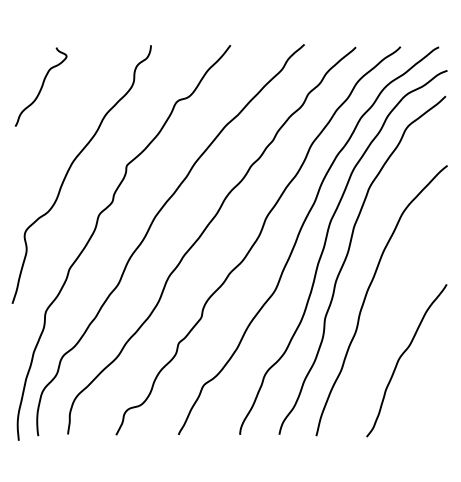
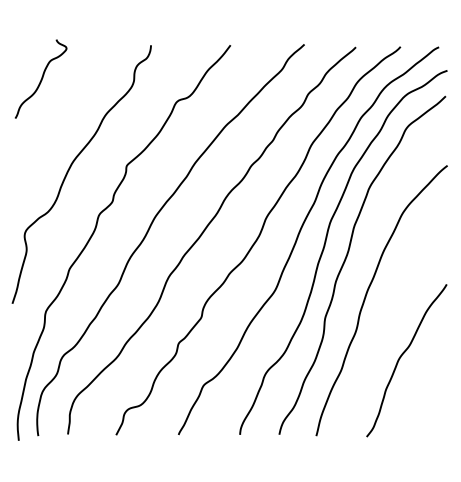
curve at (41, 86) position: (41, 86) -> (41, 78)
